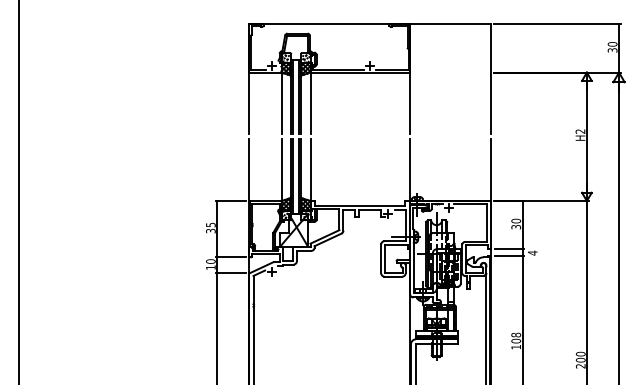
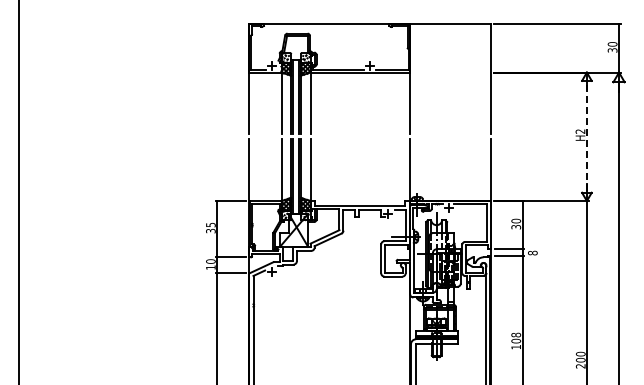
line at (586, 136): solid -> dashed
text at (532, 253): 4 -> 8
